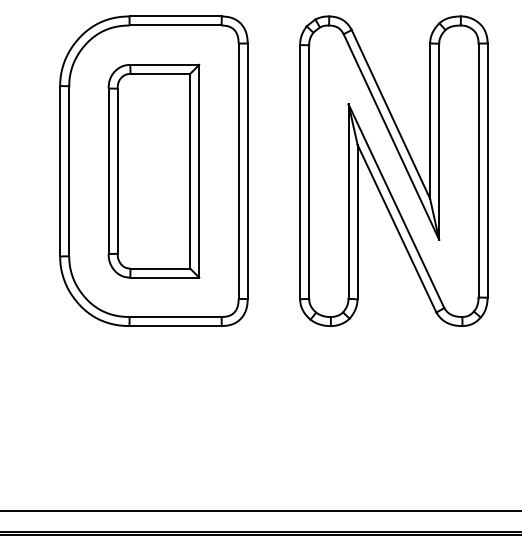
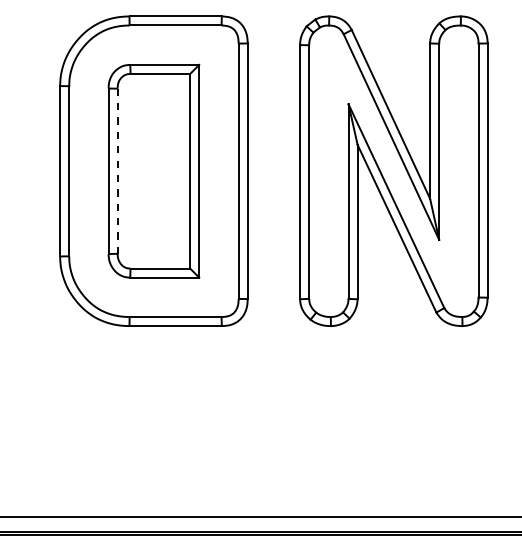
line at (117, 171): solid -> dashed
line at (260, 511) position: (260, 511) -> (260, 517)
